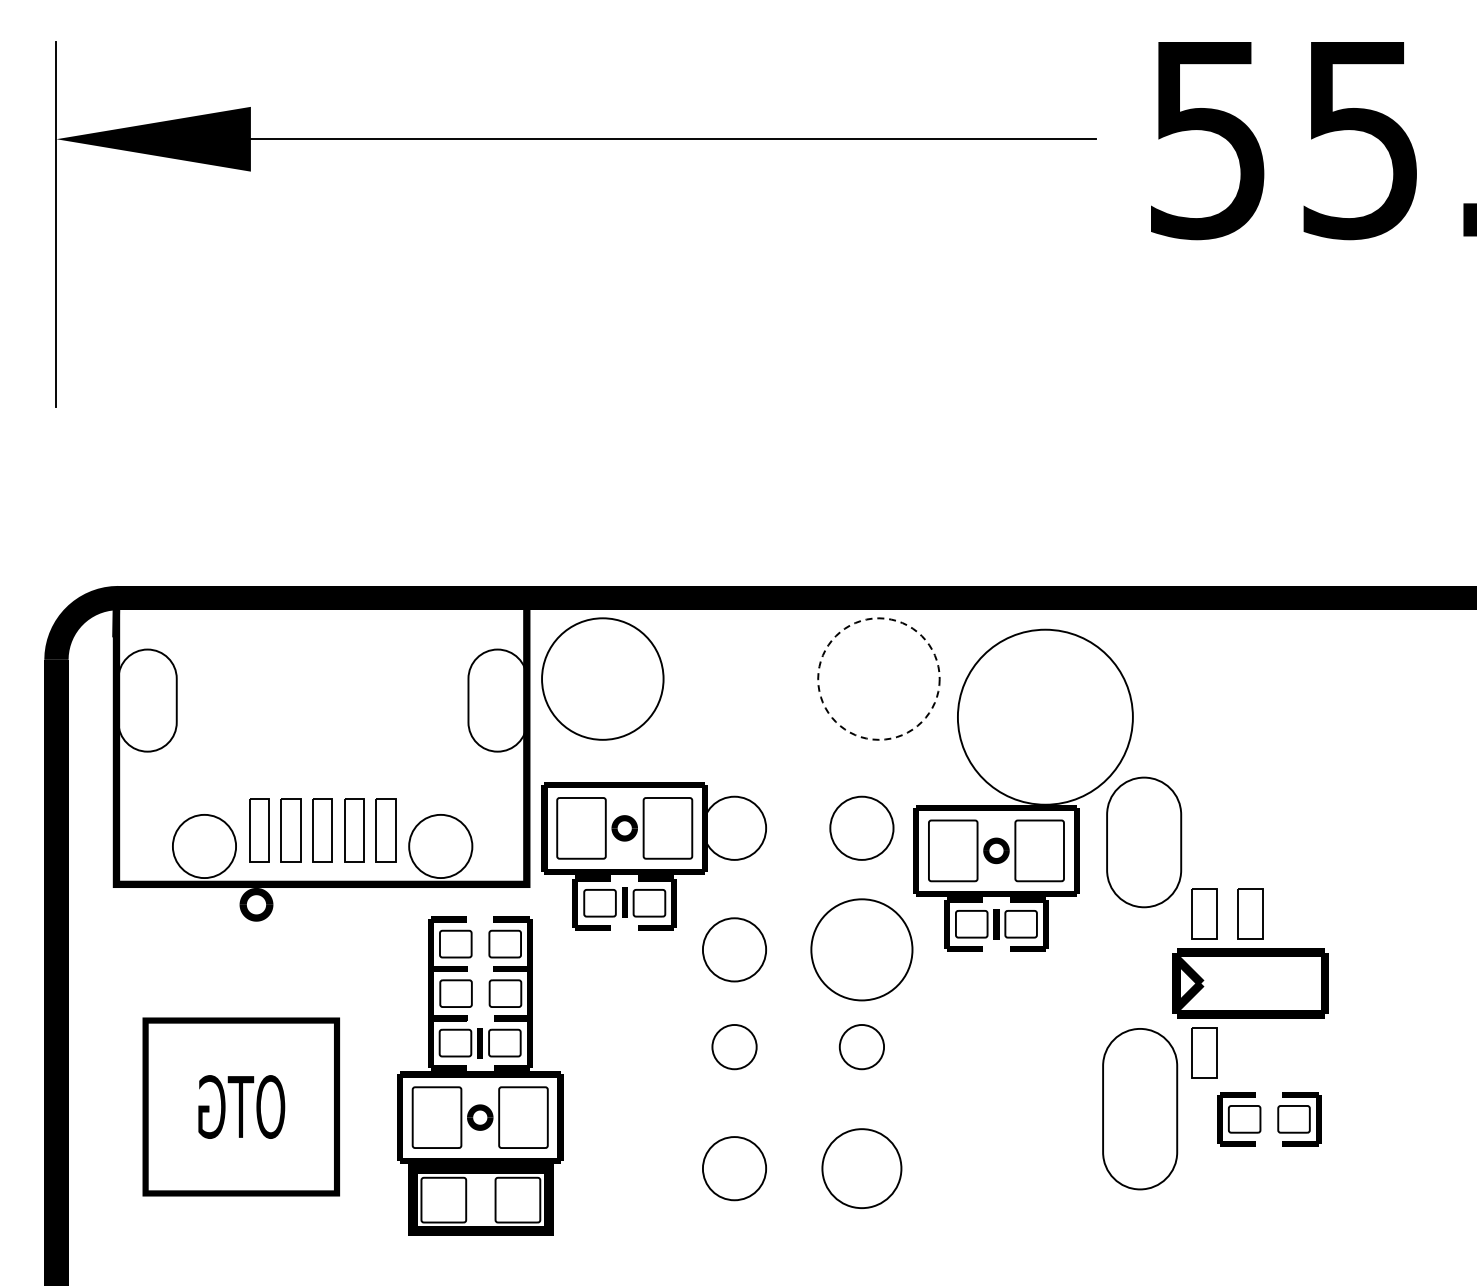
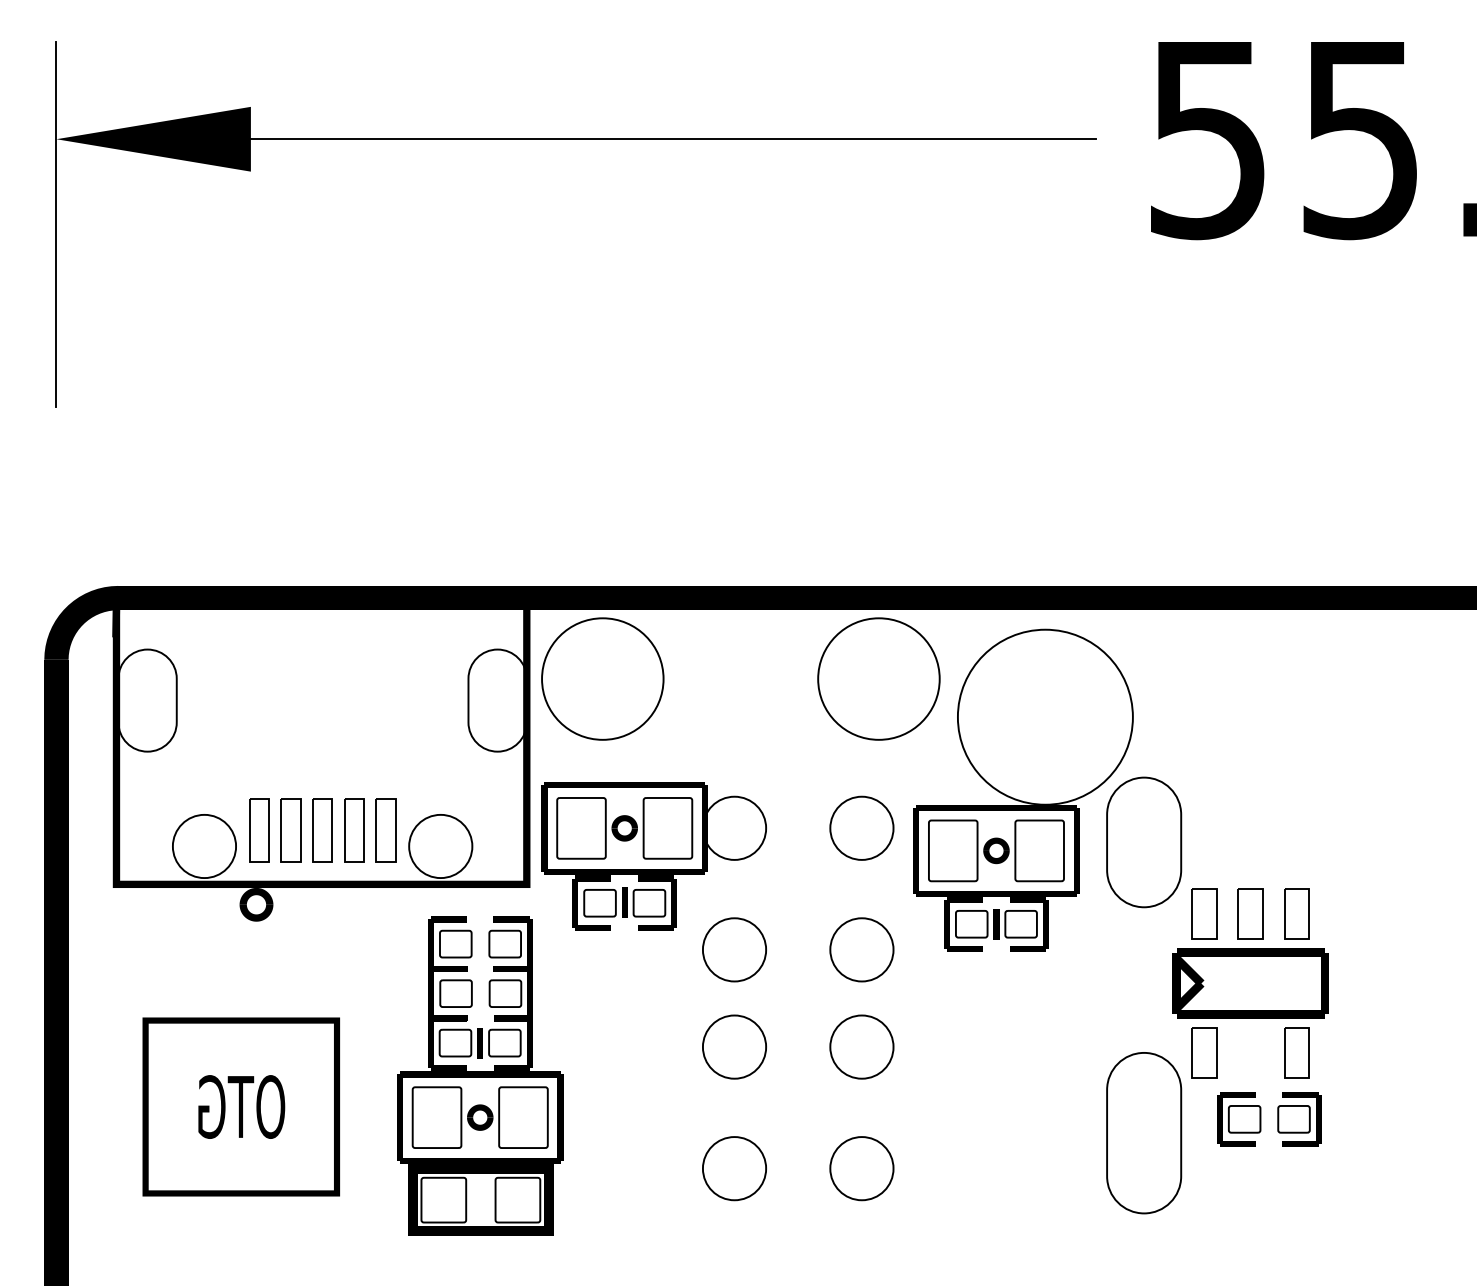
circle at (878, 678): dashed -> solid
part at (1296, 913): none -> present
circle at (861, 949) diameter: 101 px -> 63 px
circle at (734, 1046) diameter: 44 px -> 63 px
circle at (861, 1046) diameter: 44 px -> 63 px
part at (1296, 1052): none -> present
part at (1140, 1109) position: (1140, 1109) -> (1144, 1133)
circle at (861, 1168) diameter: 79 px -> 63 px
